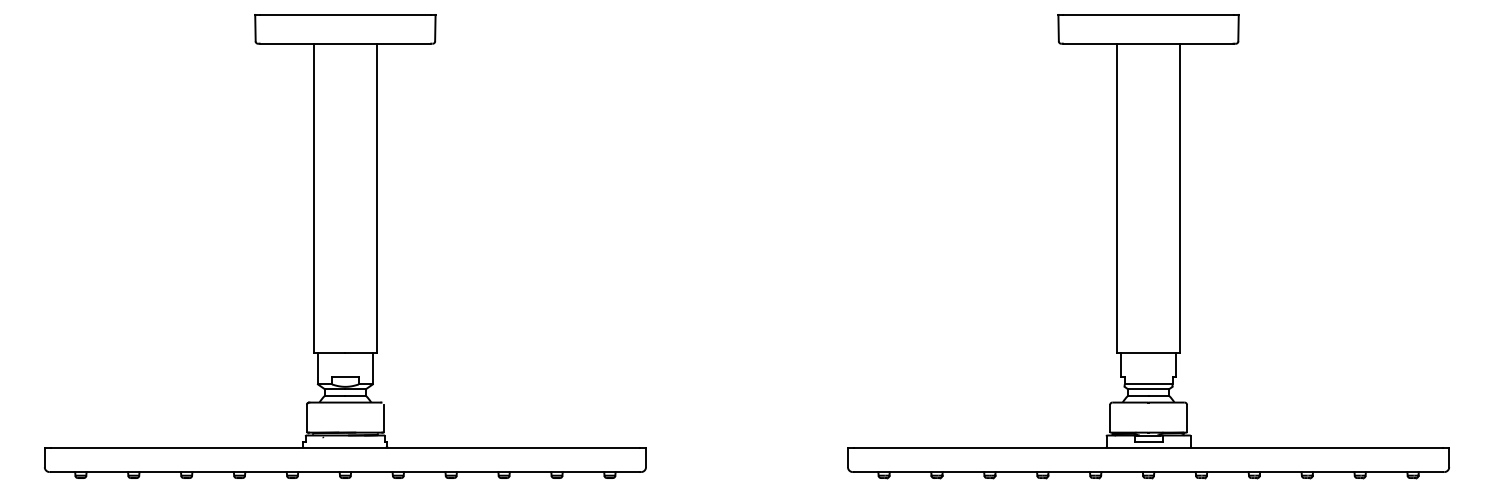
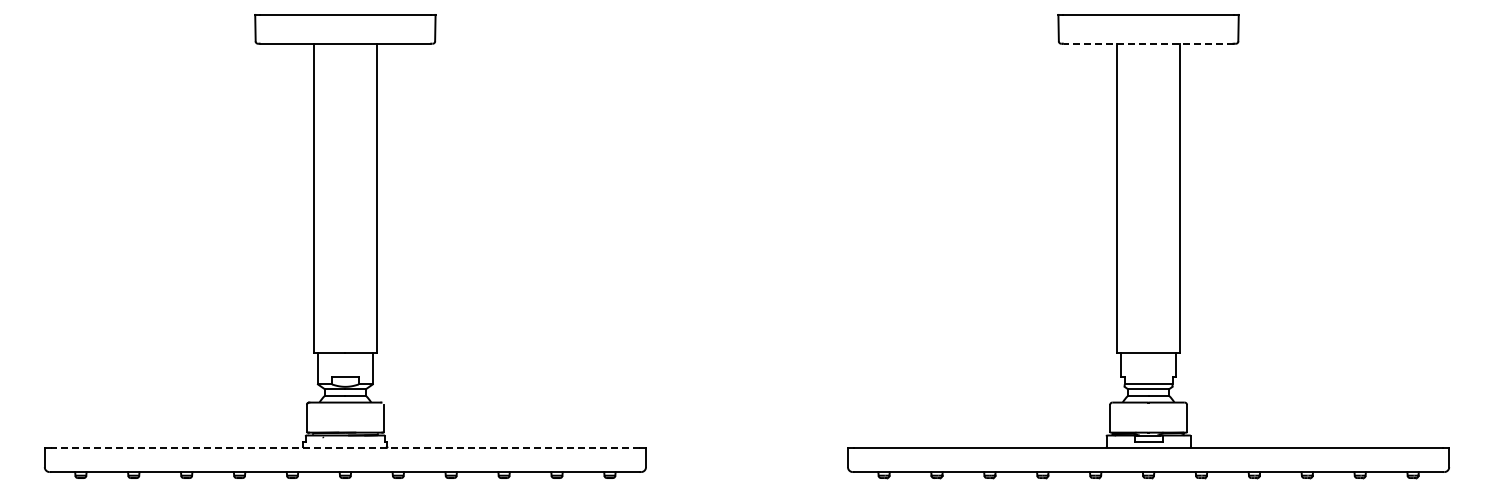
line at (1148, 43): solid -> dashed
line at (344, 447): solid -> dashed
